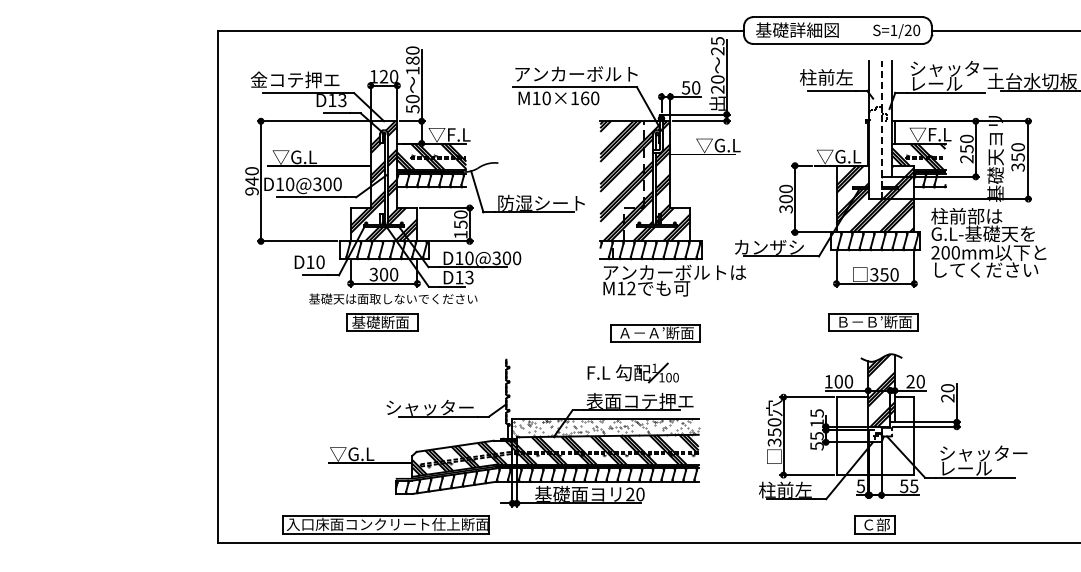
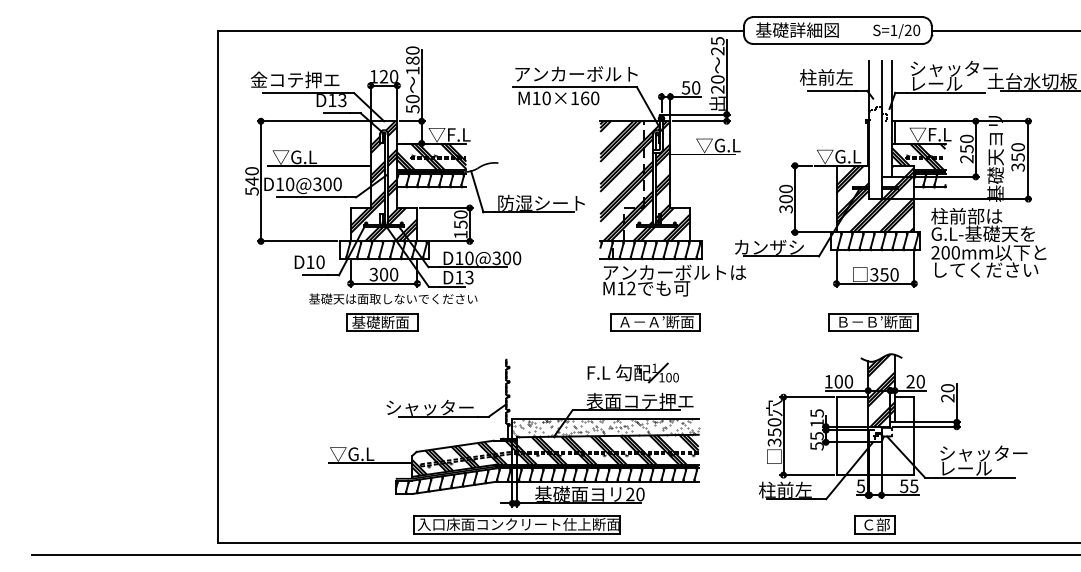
line at (881, 129): dashed -> solid
text at (251, 191): 940 -> 540
part at (655, 333) position: (655, 333) -> (655, 322)
part at (385, 524) position: (385, 524) -> (516, 524)
line at (554, 554): none -> present
